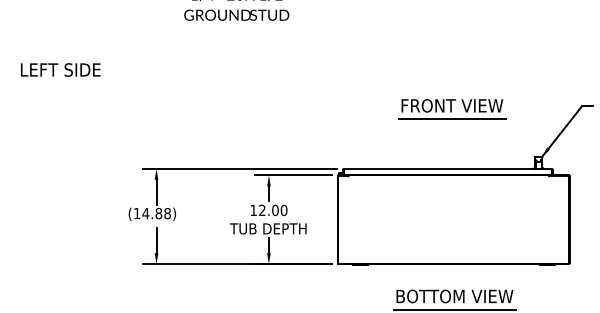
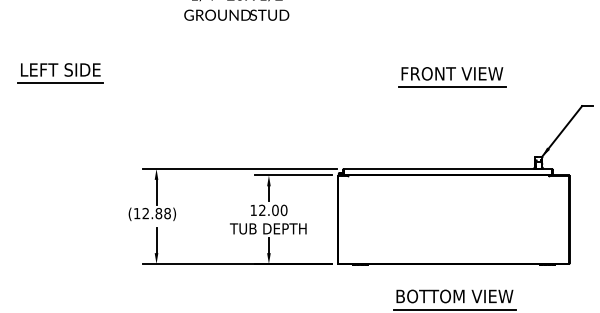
line at (59, 83): none -> present
part at (452, 109) position: (452, 109) -> (452, 77)
text at (145, 213): (14.88) -> (12.88)
